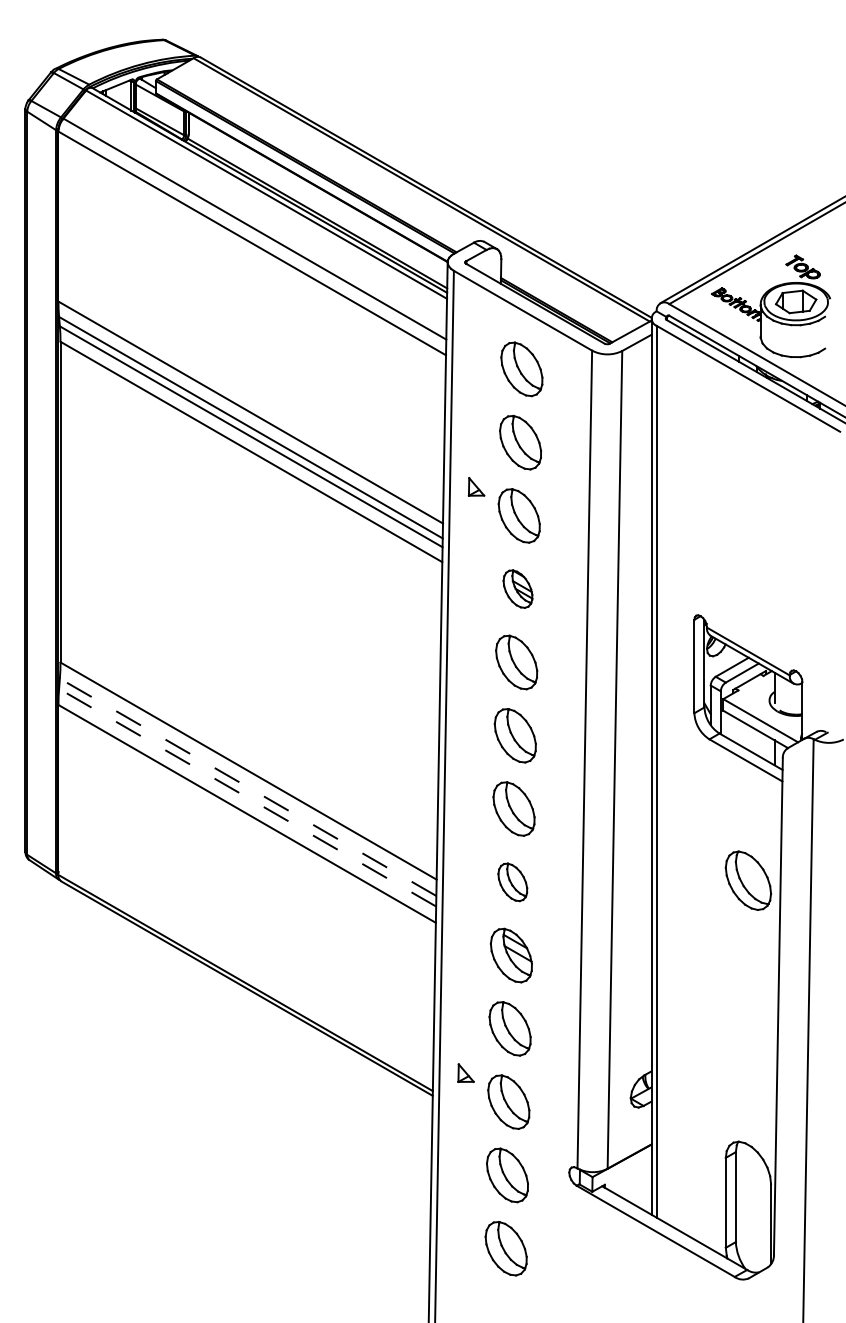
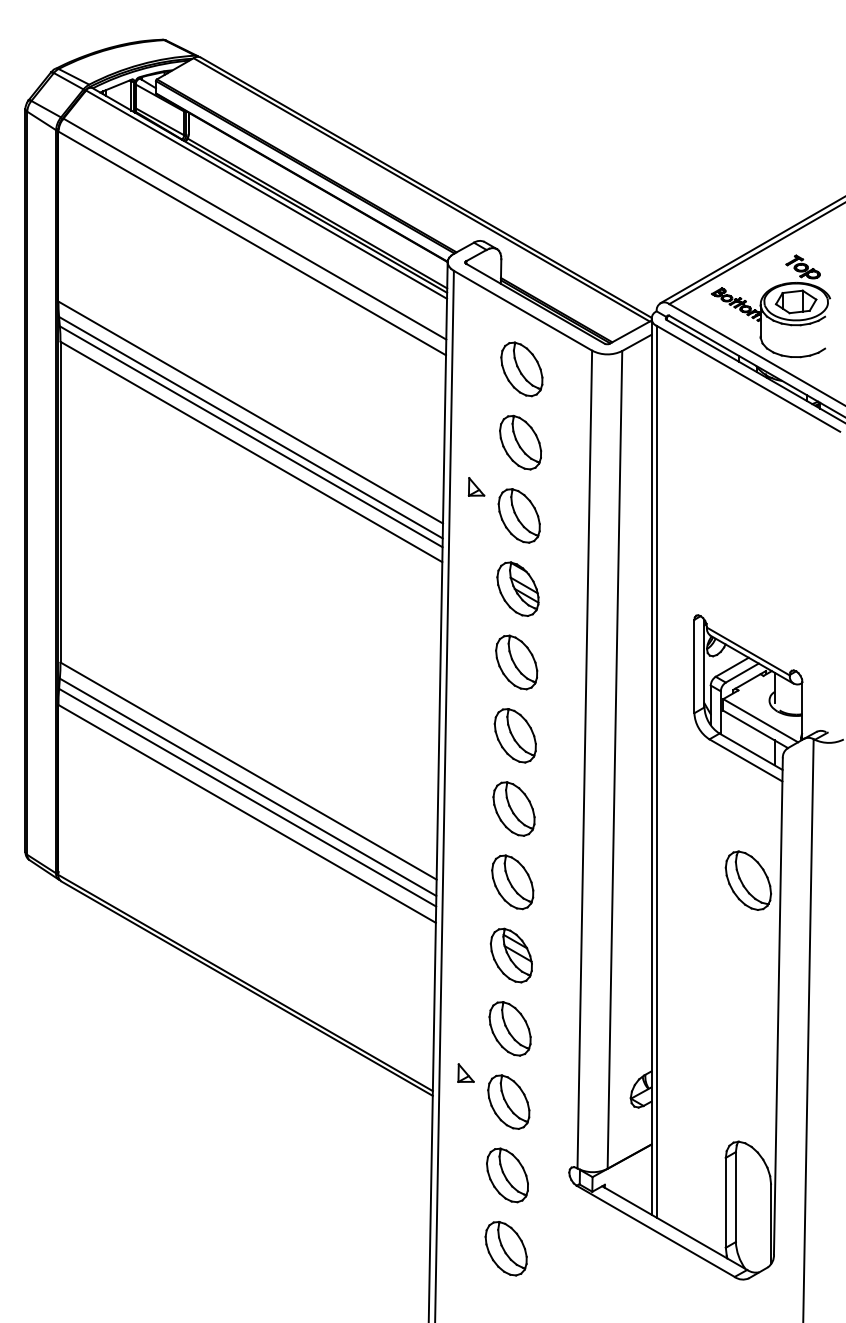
part at (517, 588) size: 32x40 px -> 44x56 px
line at (247, 787): dashed -> solid
line at (247, 797): dashed -> solid
part at (512, 882) size: 32x41 px -> 44x57 px
